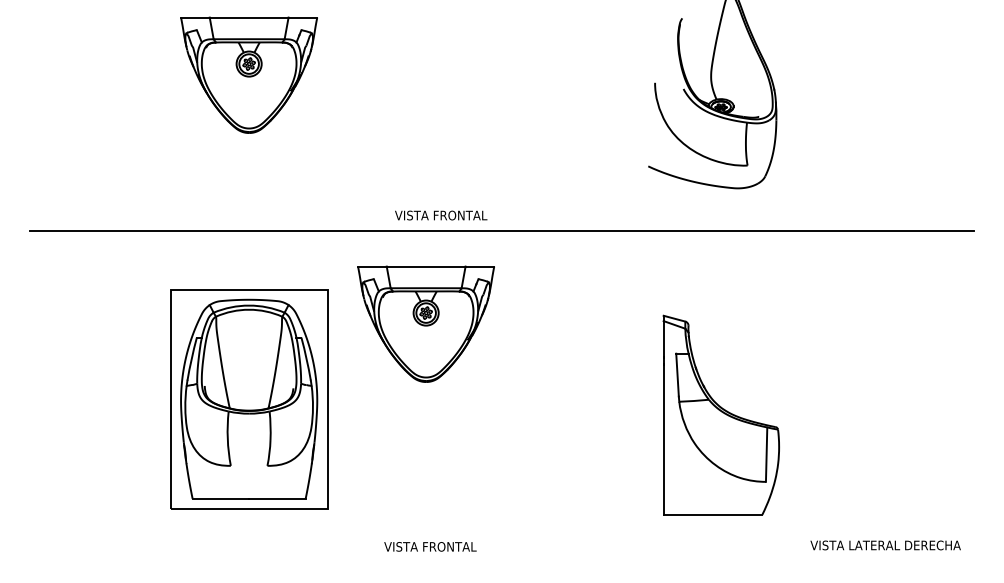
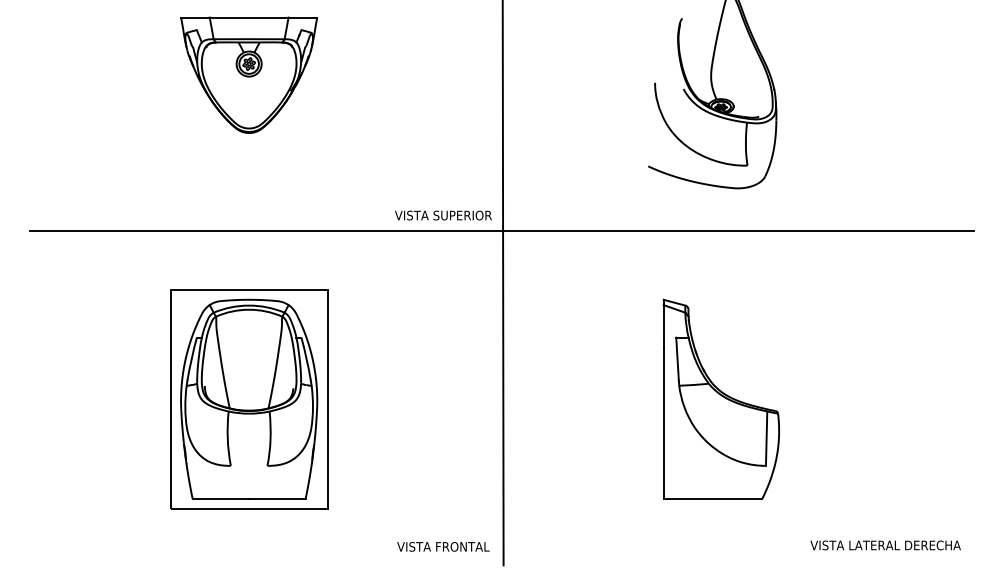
text at (462, 215): VISTA FRONTAL -> VISTA SUPERIOR
line at (502, 283): none -> present
part at (425, 323): present -> none
part at (720, 414) position: (720, 414) -> (720, 398)
text at (430, 546) position: (430, 546) -> (443, 546)
